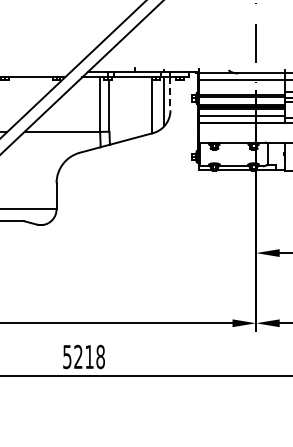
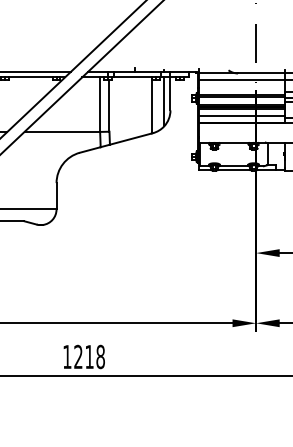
line at (36, 71): none -> present
line at (170, 94): dashed -> solid
text at (67, 357): 5218 -> 1218
